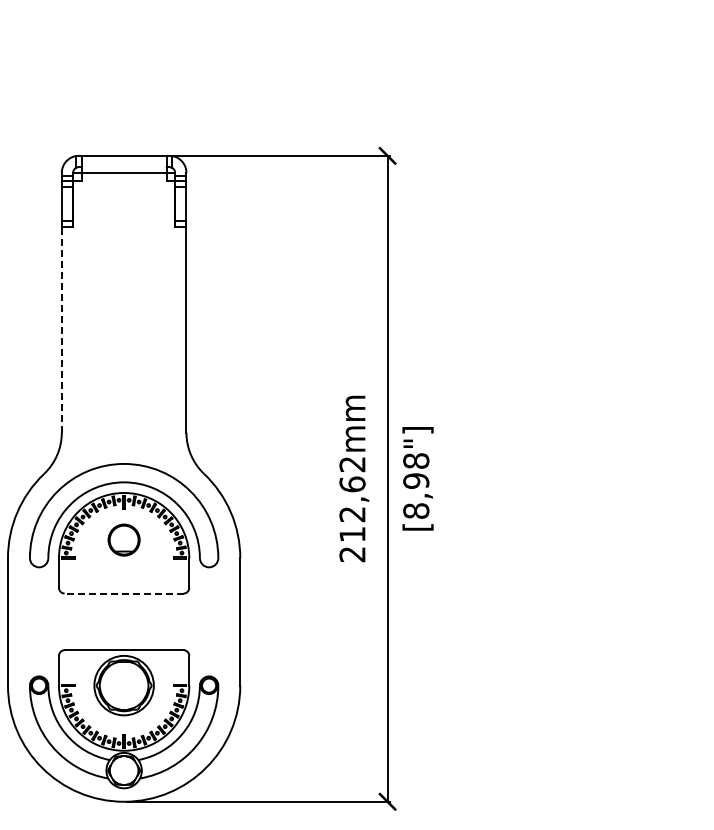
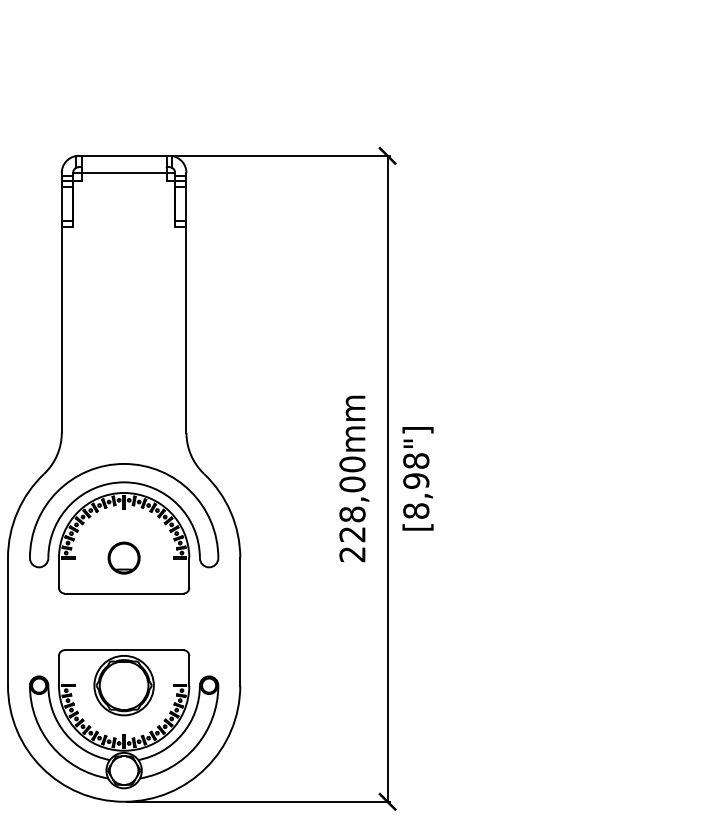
line at (61, 329): dashed -> solid
text at (352, 499): 212,62mm -> 228,00mm
part at (123, 539) position: (123, 539) -> (123, 557)
line at (123, 593): dashed -> solid
